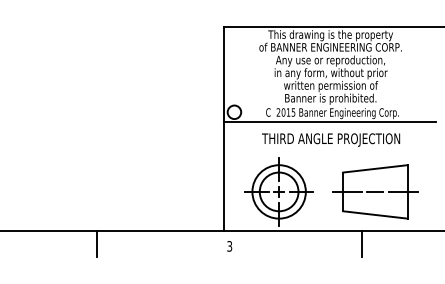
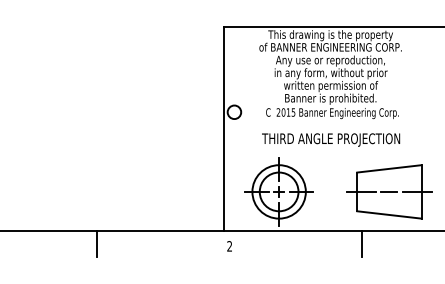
line at (329, 122): present -> none
part at (375, 191) position: (375, 191) -> (389, 191)
text at (229, 246): 3 -> 2
